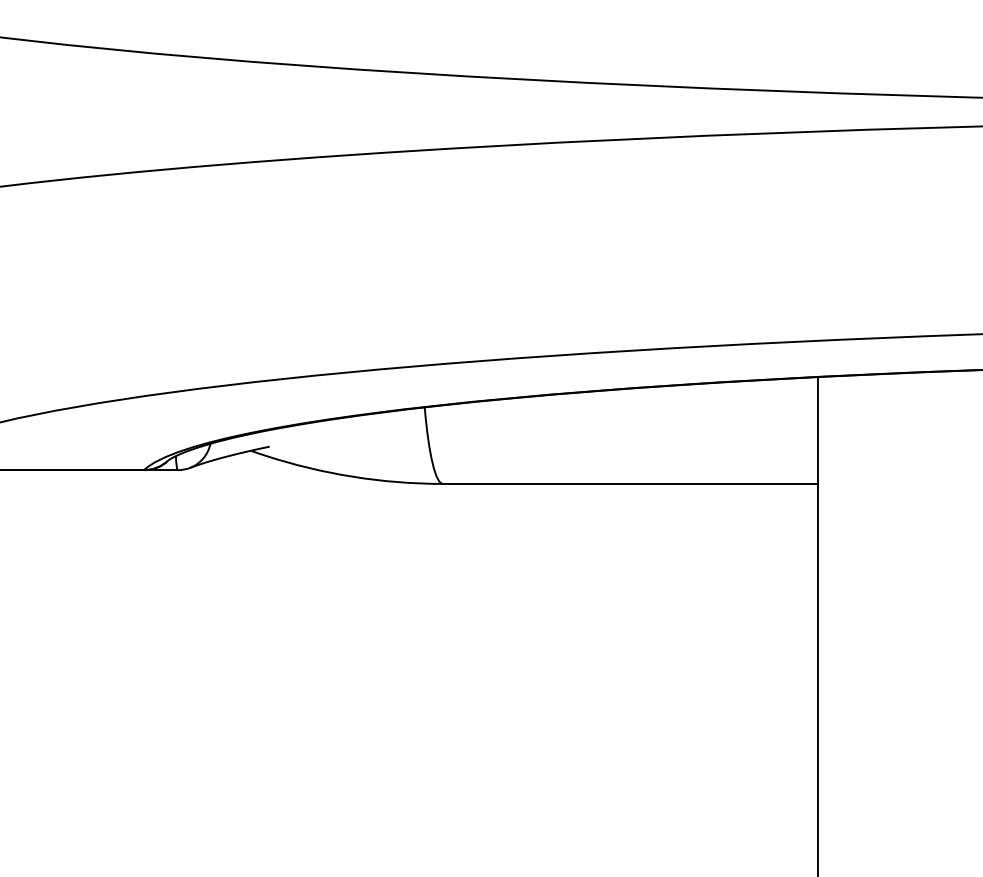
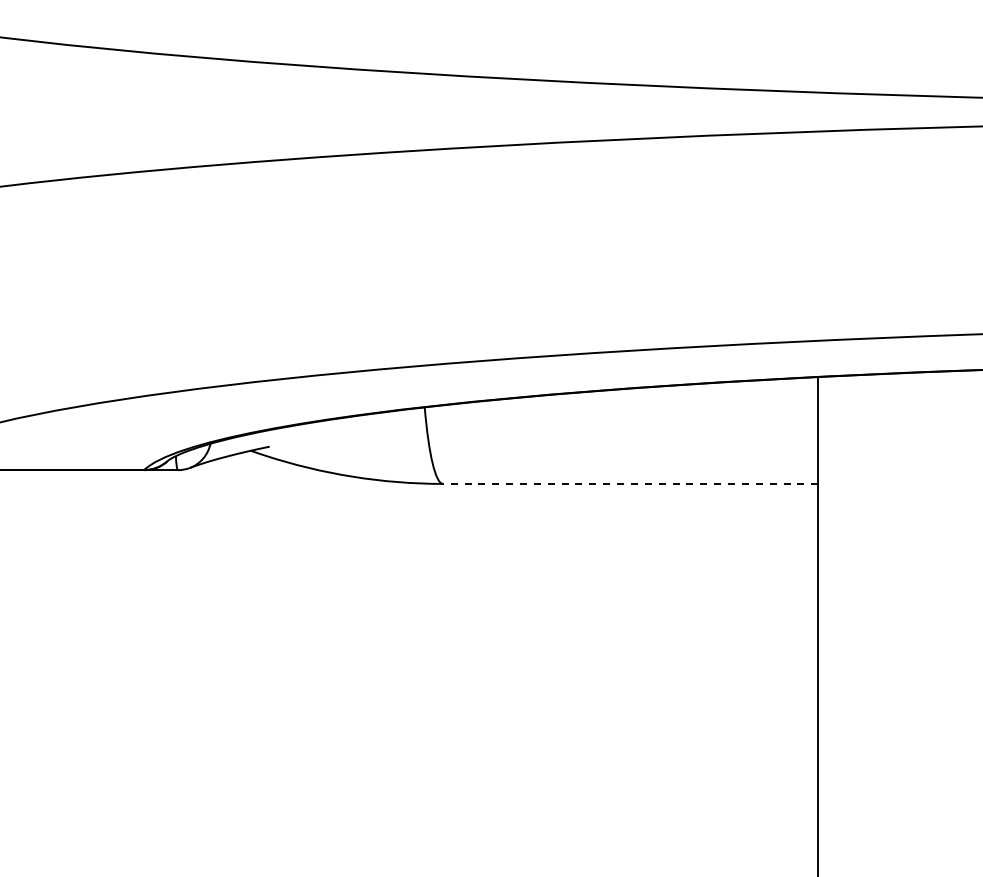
line at (630, 483): solid -> dashed
